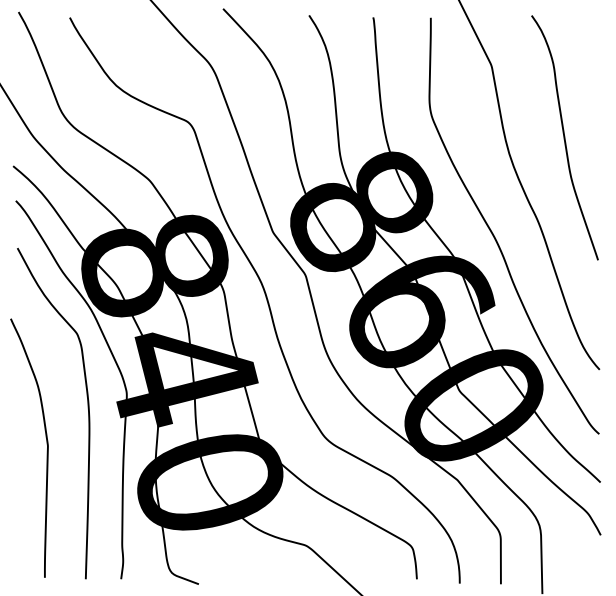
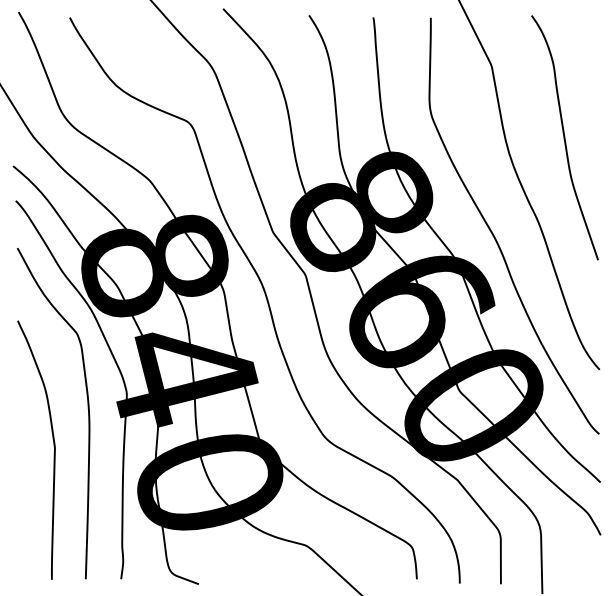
curve at (46, 444) position: (46, 444) -> (53, 446)
